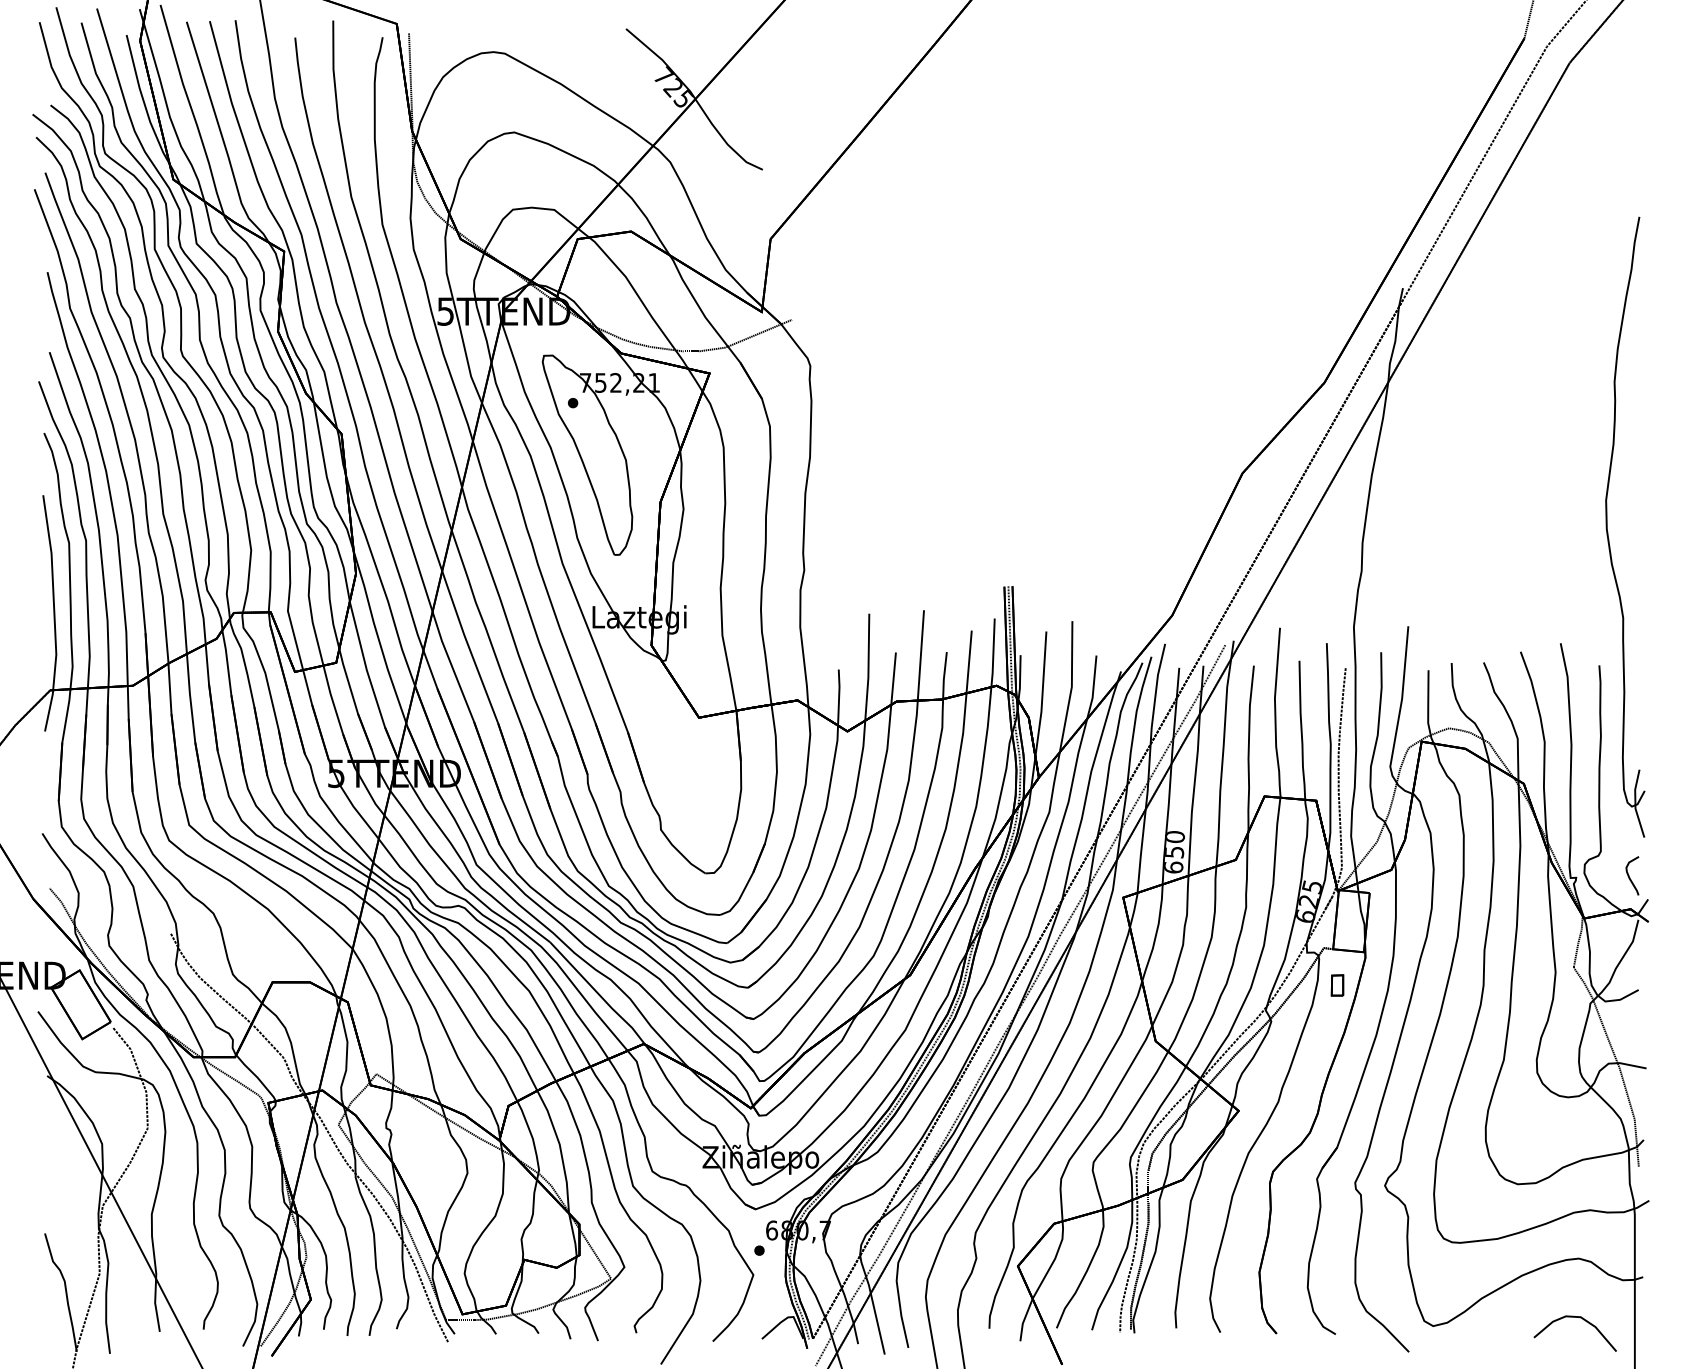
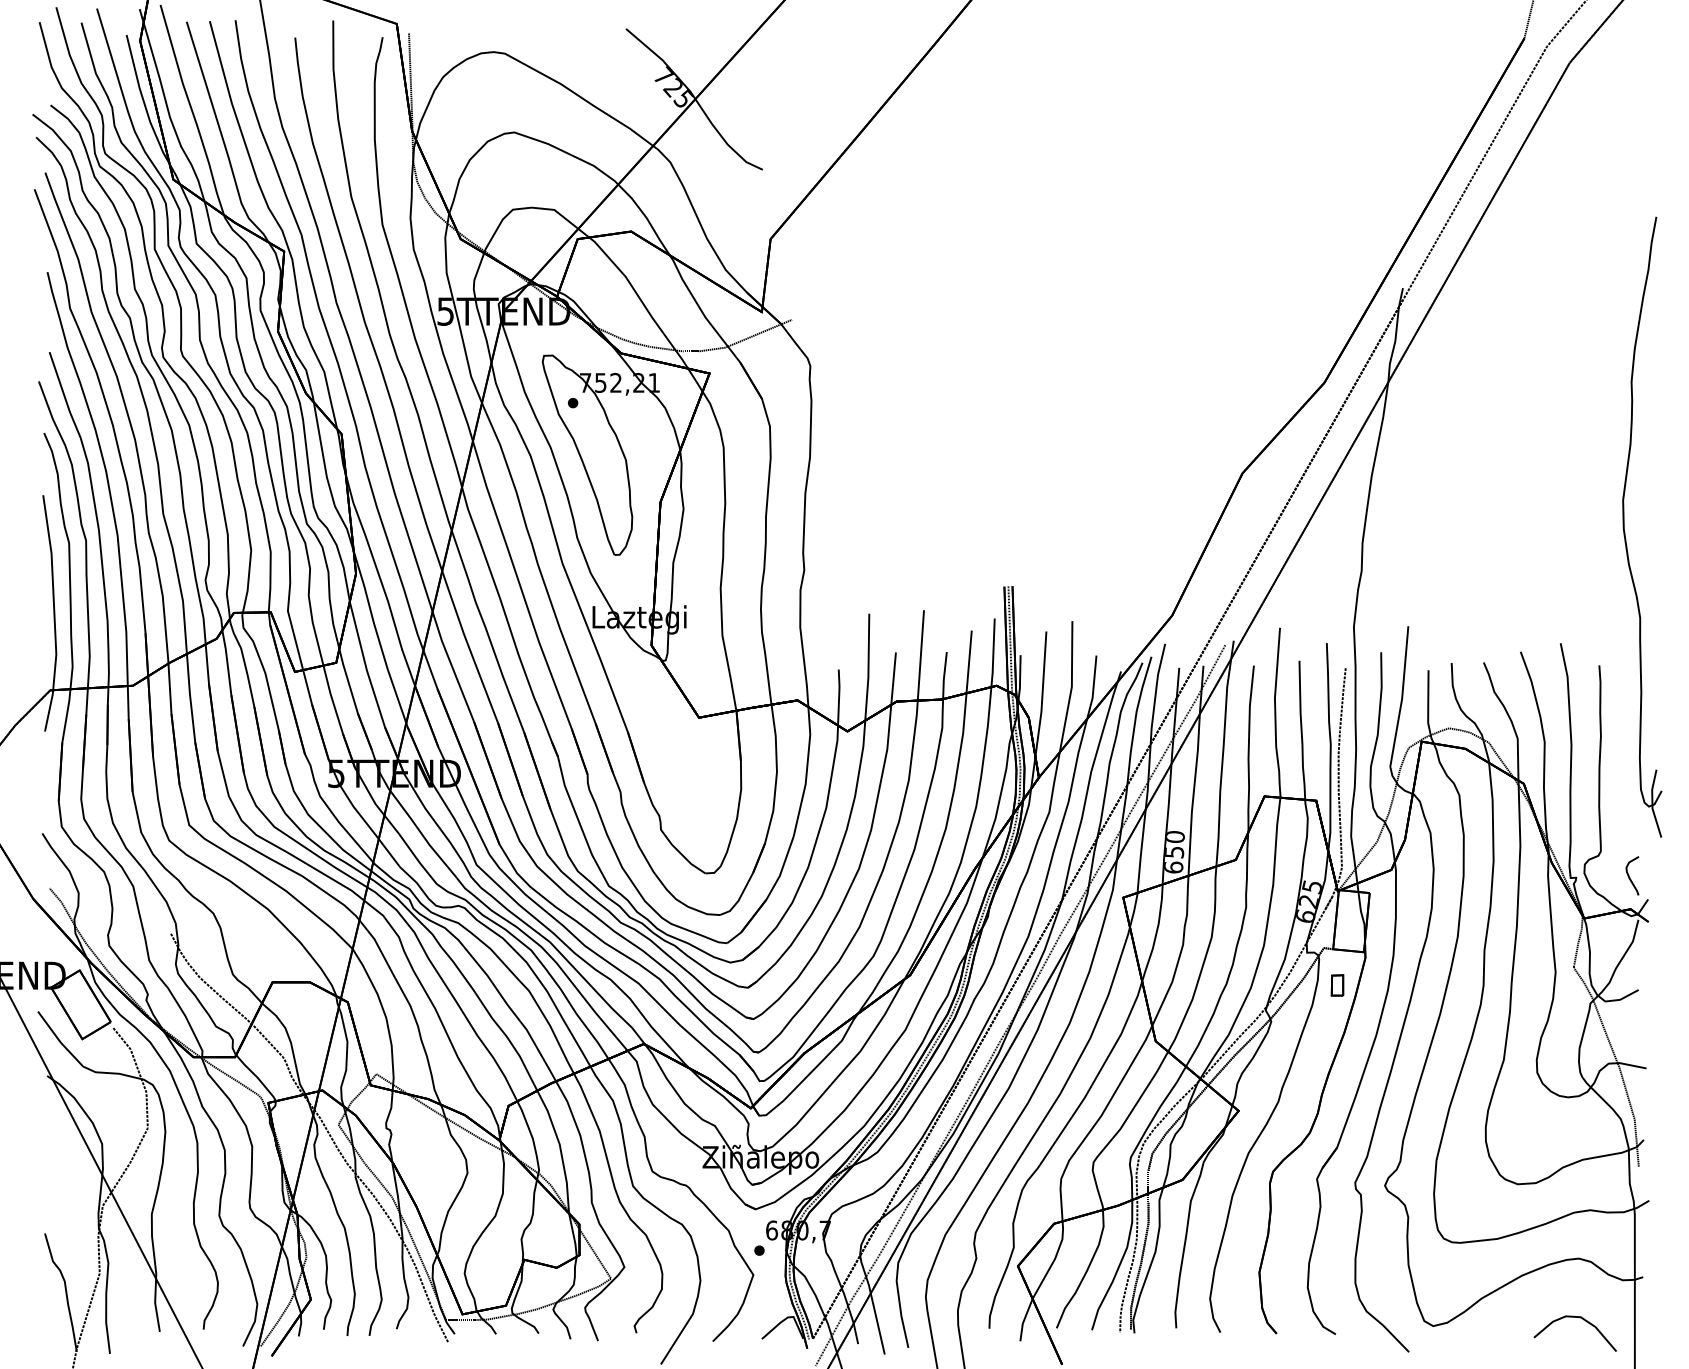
part at (1607, 526) position: (1607, 526) -> (1624, 526)
